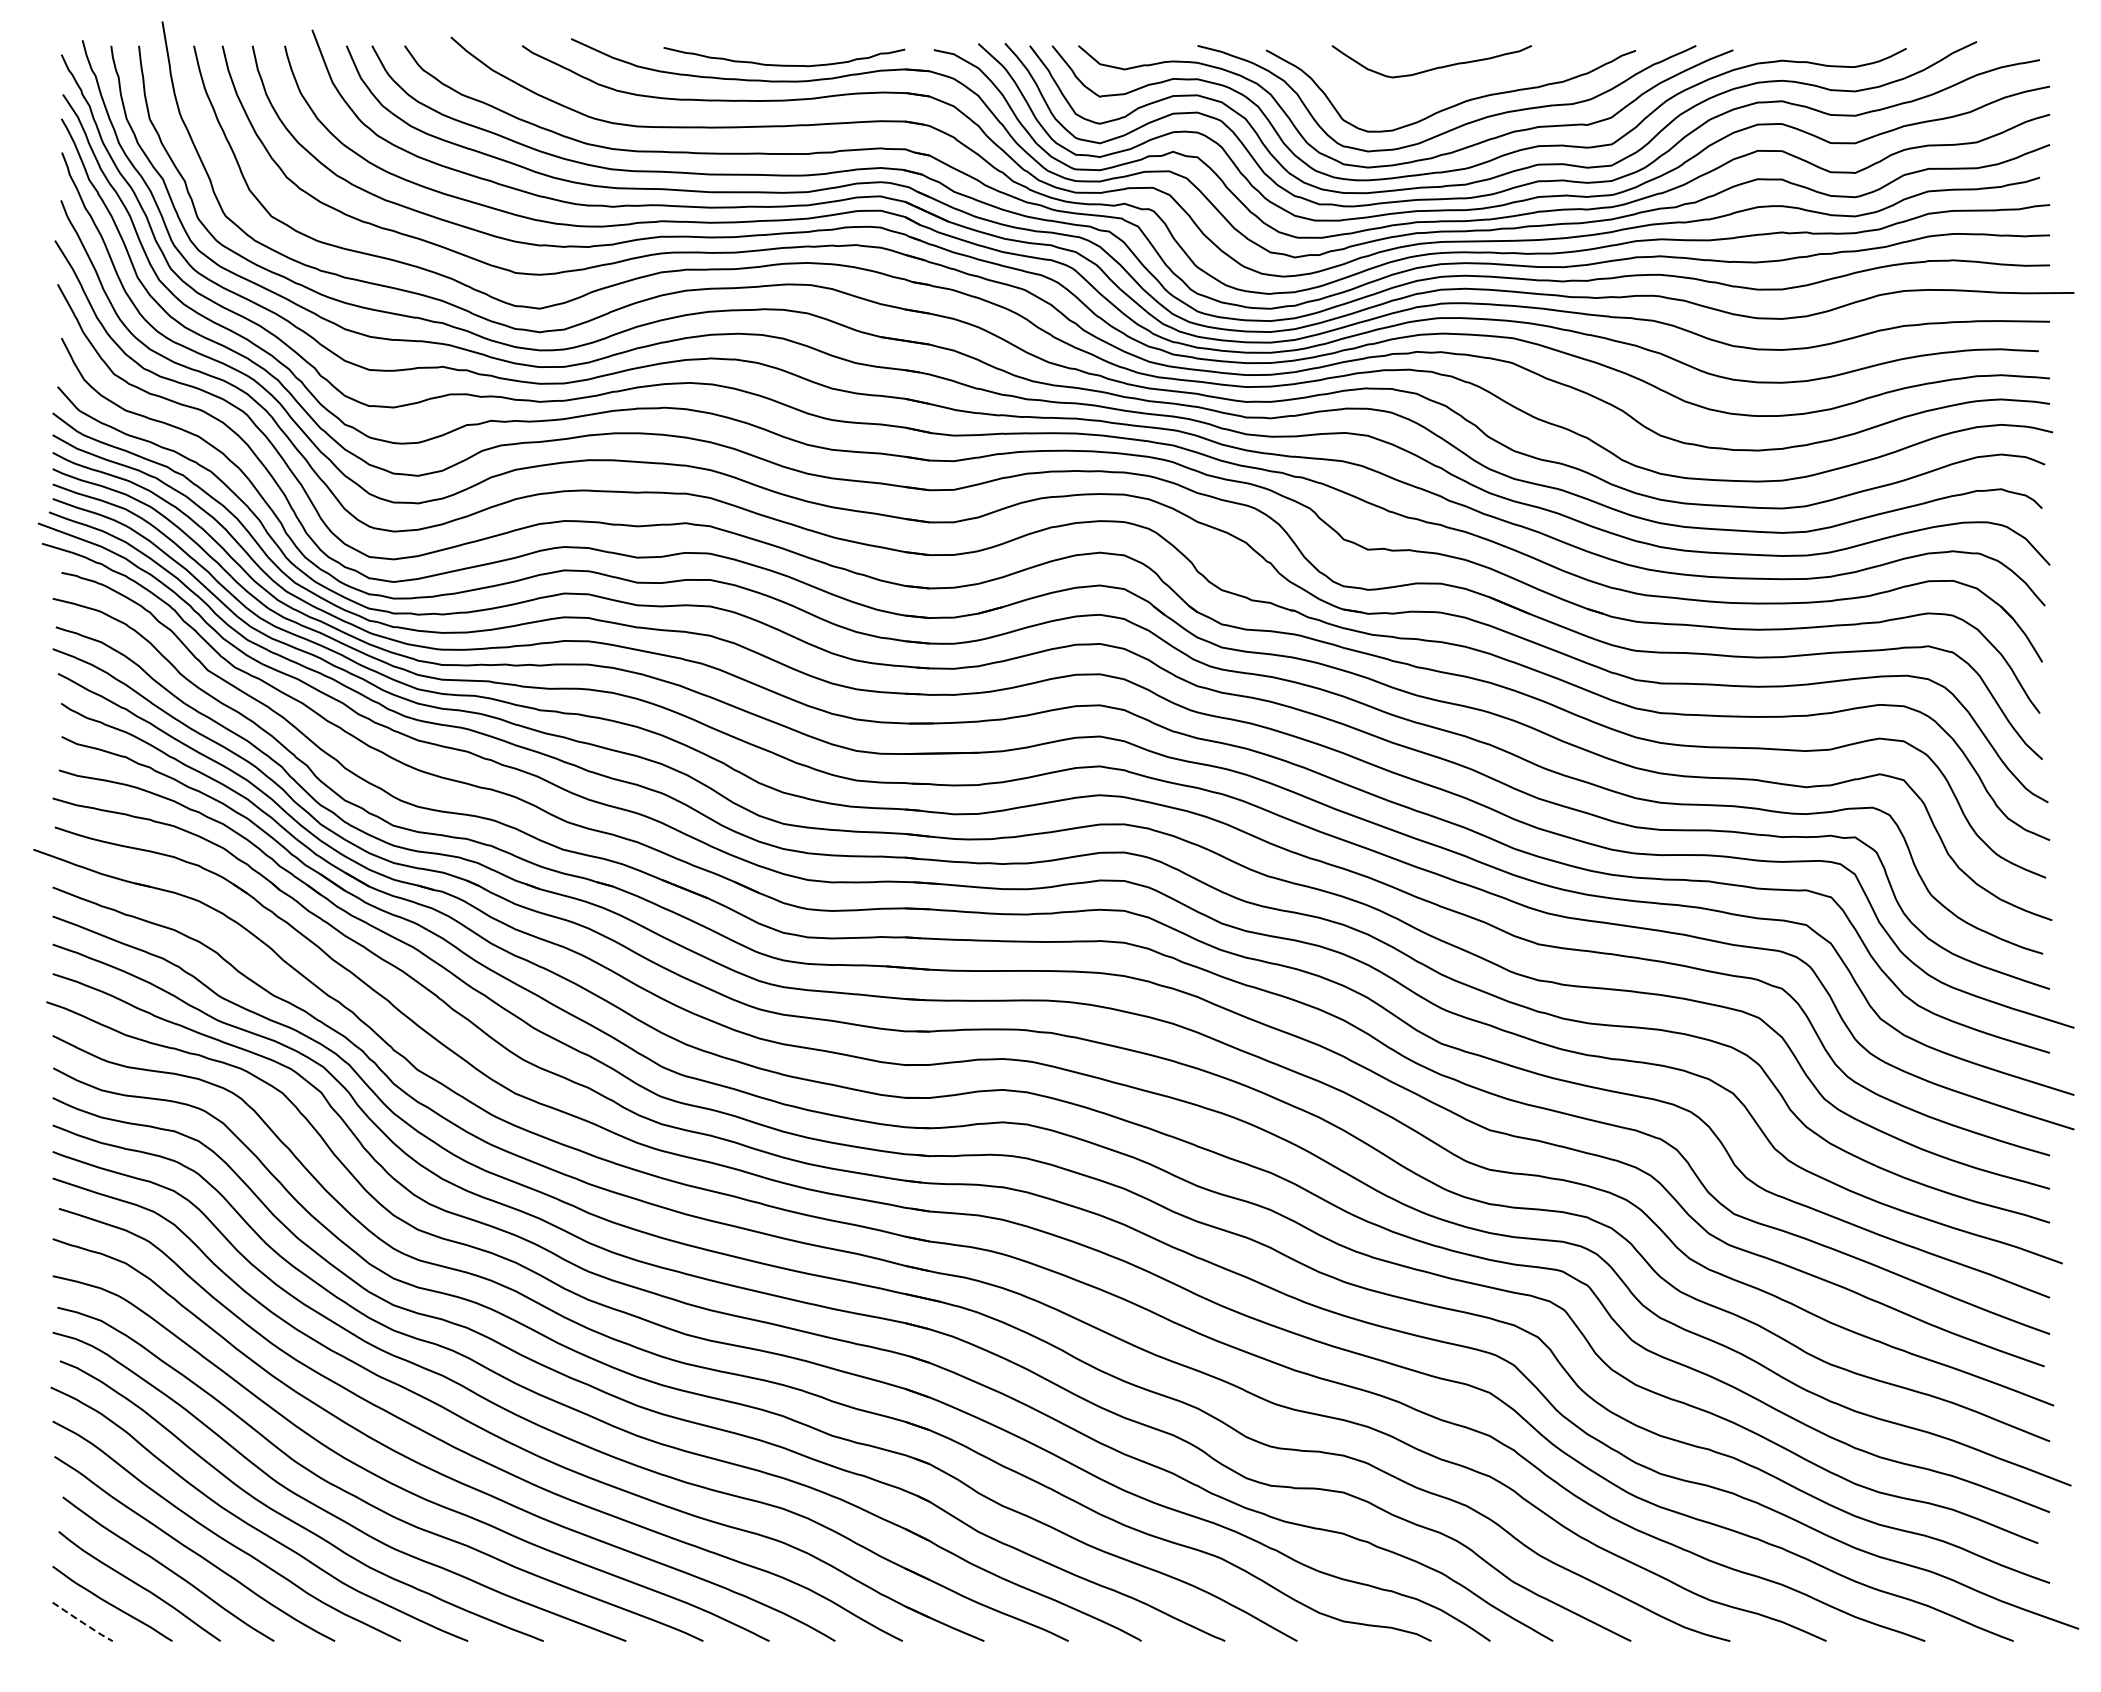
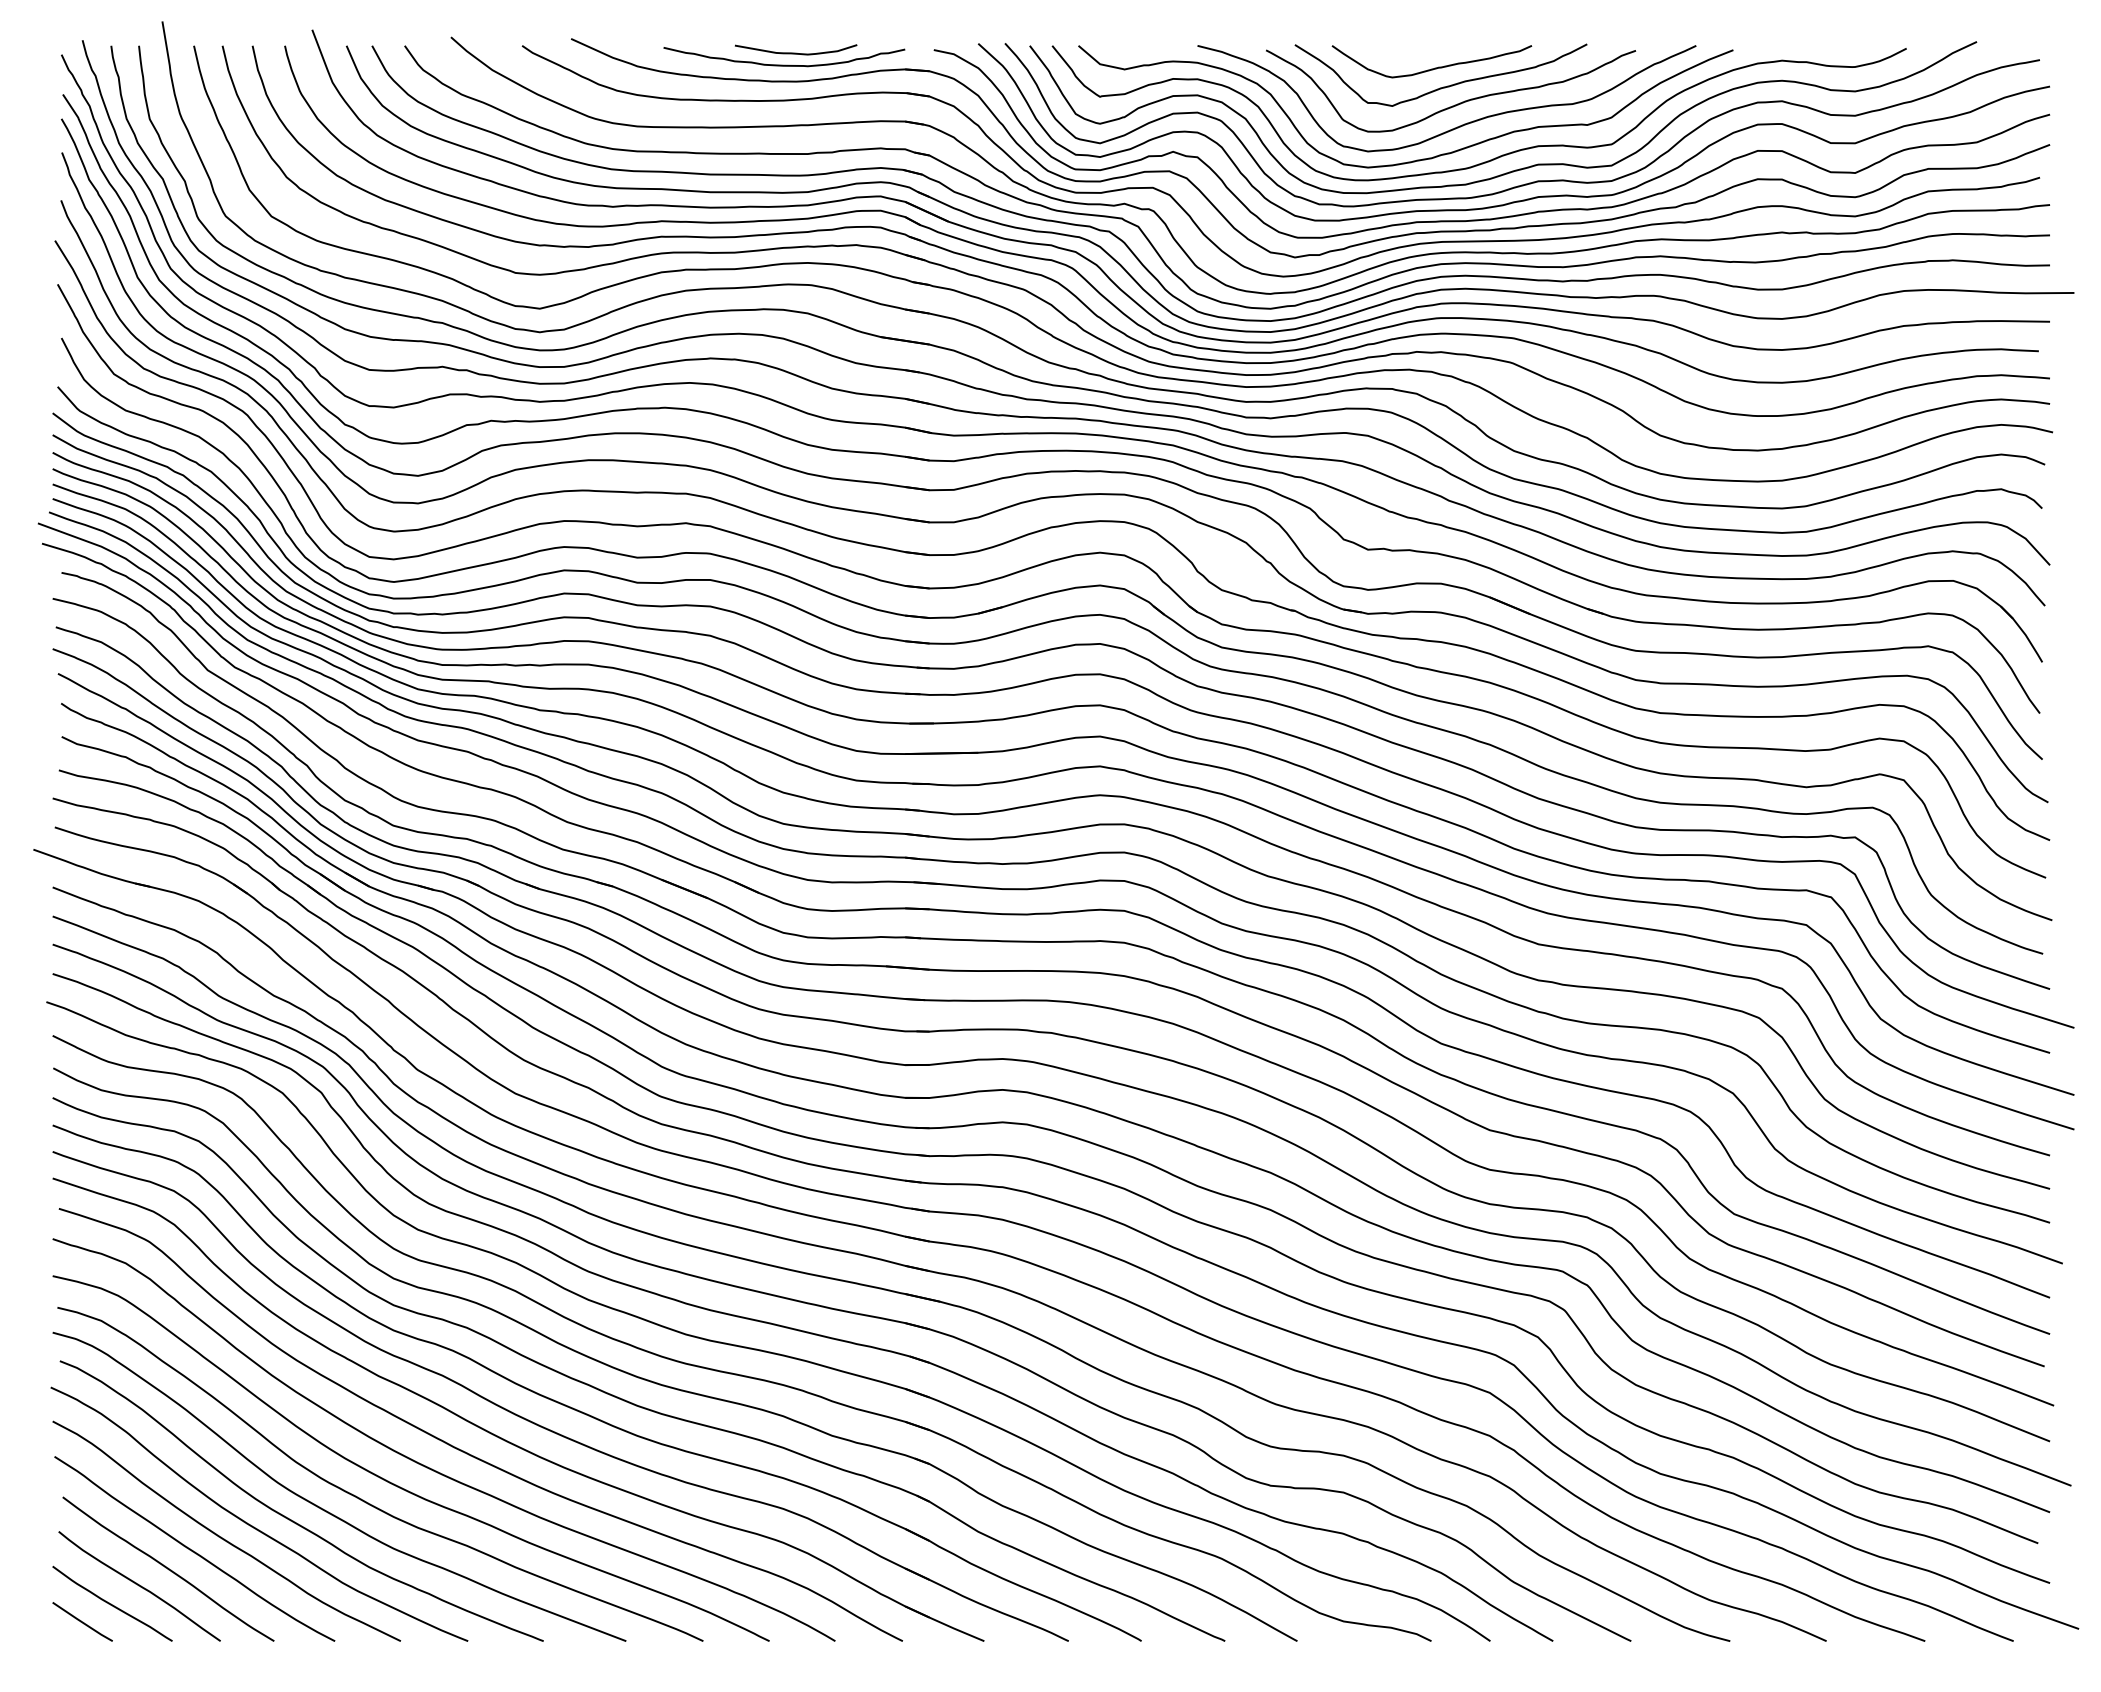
curve at (795, 52): none -> present
curve at (1443, 86): none -> present
line at (82, 1622): dashed -> solid
